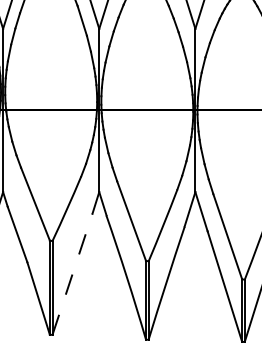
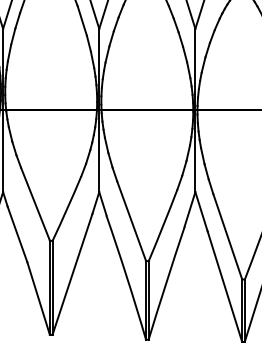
line at (72, 274): dashed -> solid
